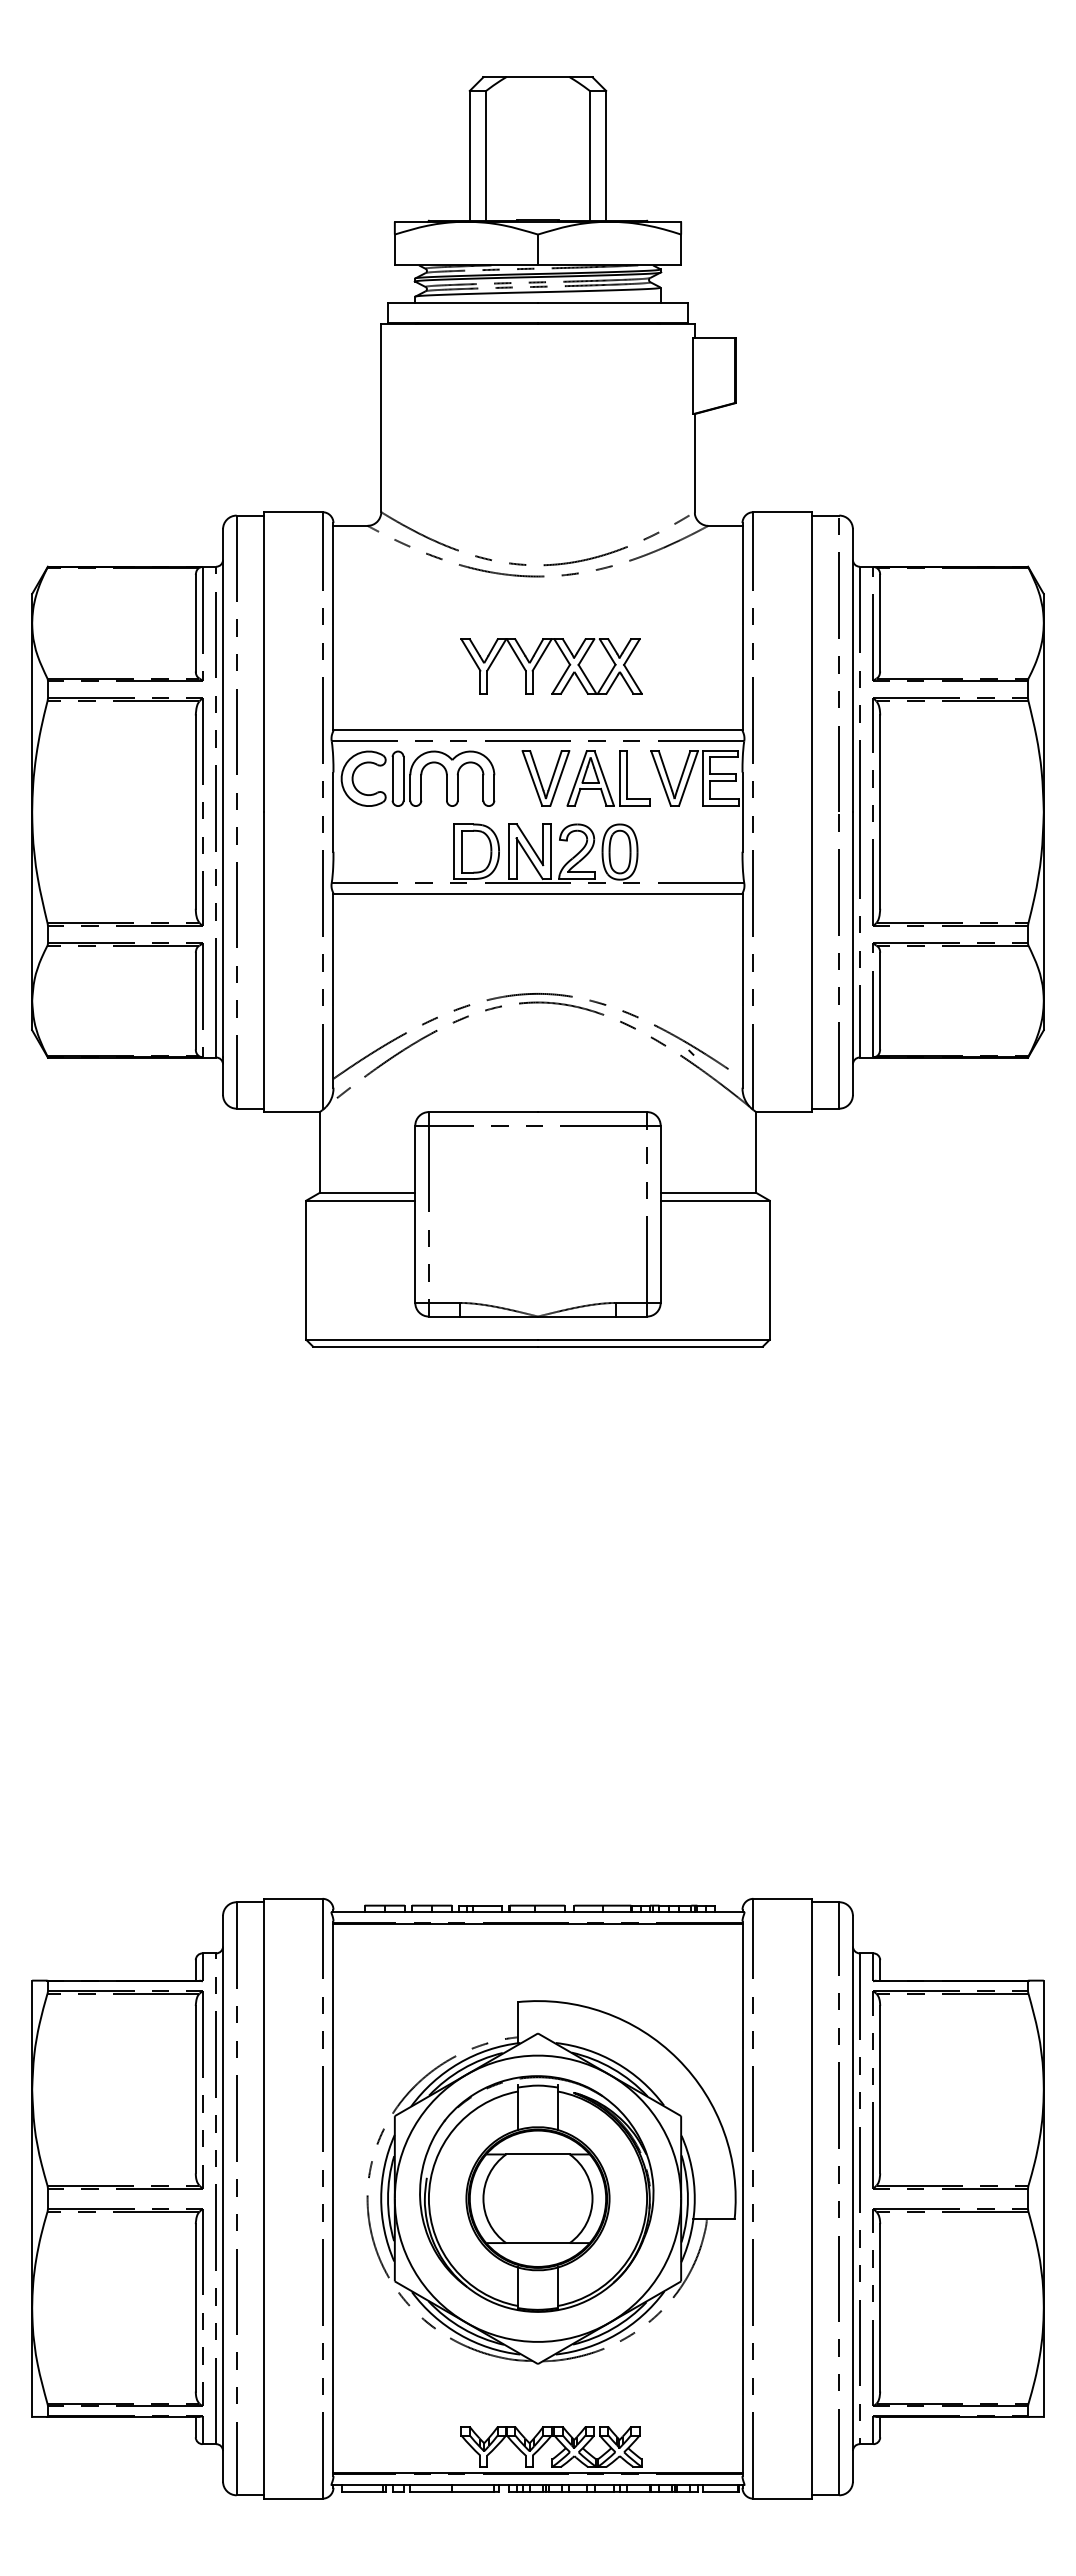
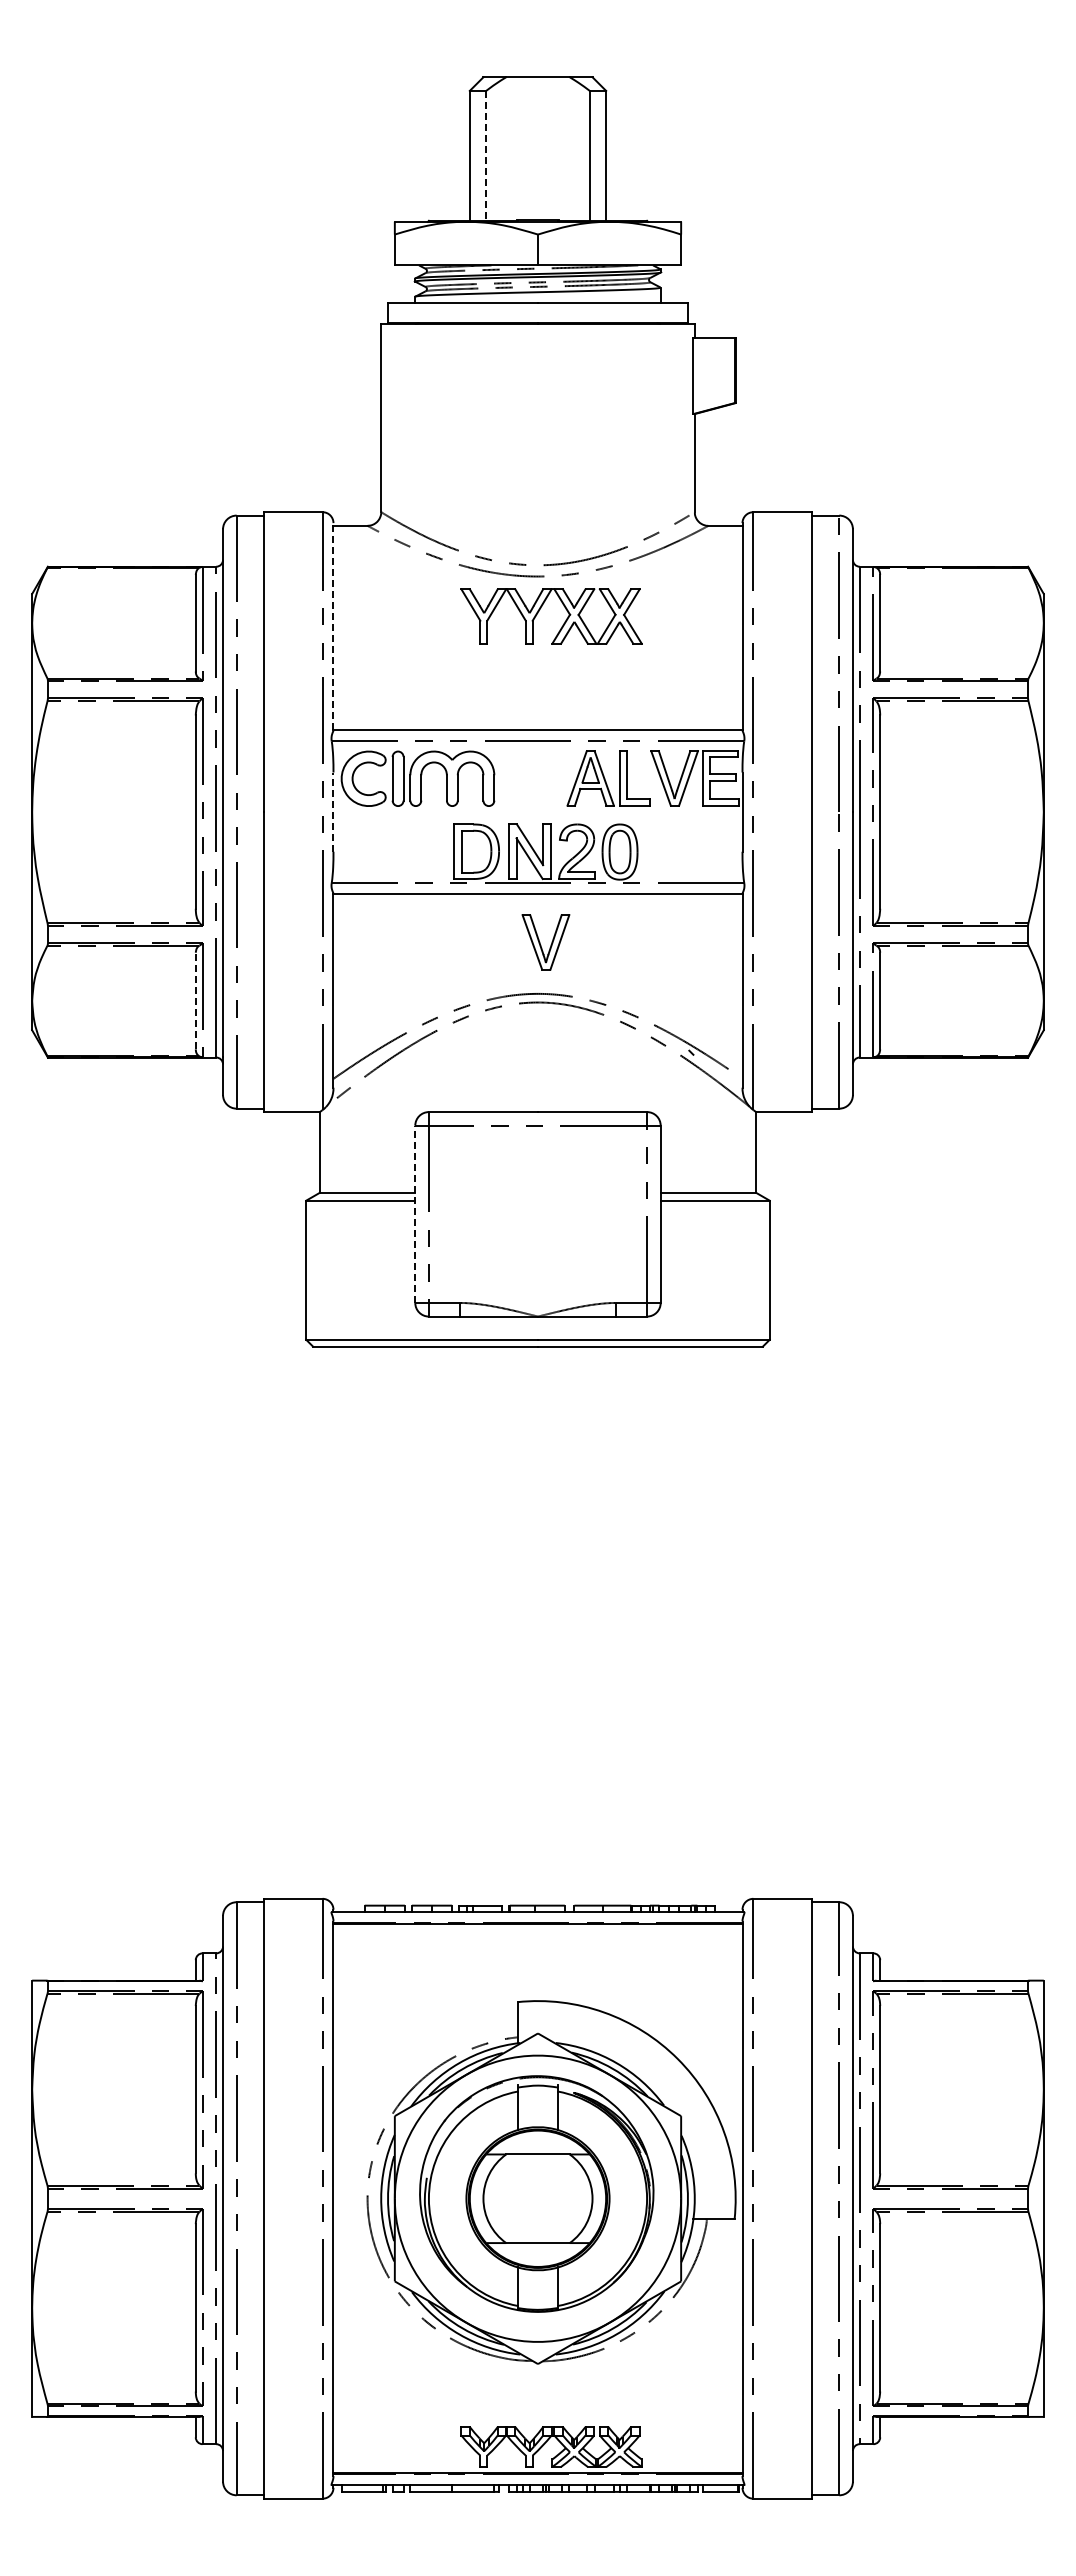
line at (486, 155): solid -> dashed
line at (333, 626): solid -> dashed
part at (541, 658) position: (541, 658) -> (541, 608)
part at (545, 778) position: (545, 778) -> (545, 942)
line at (333, 812): solid -> dashed
line at (195, 1000): solid -> dashed
line at (415, 1214): solid -> dashed
